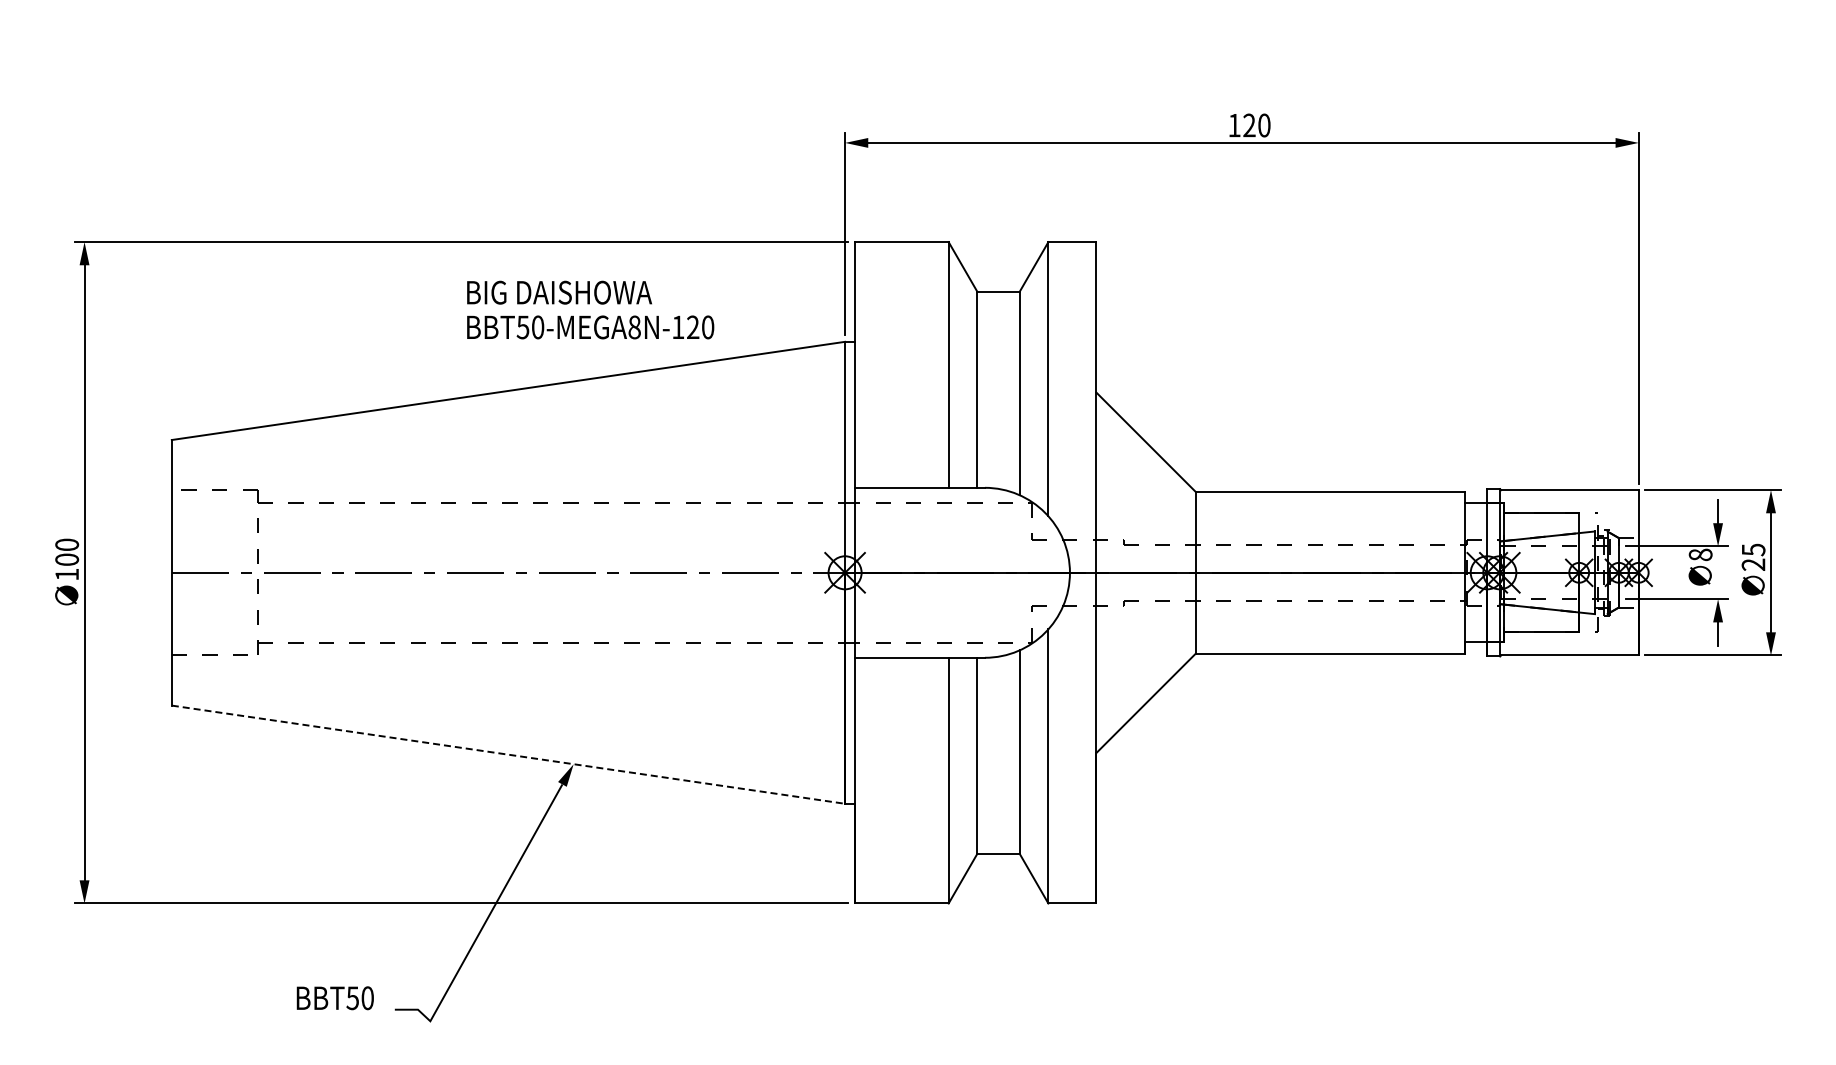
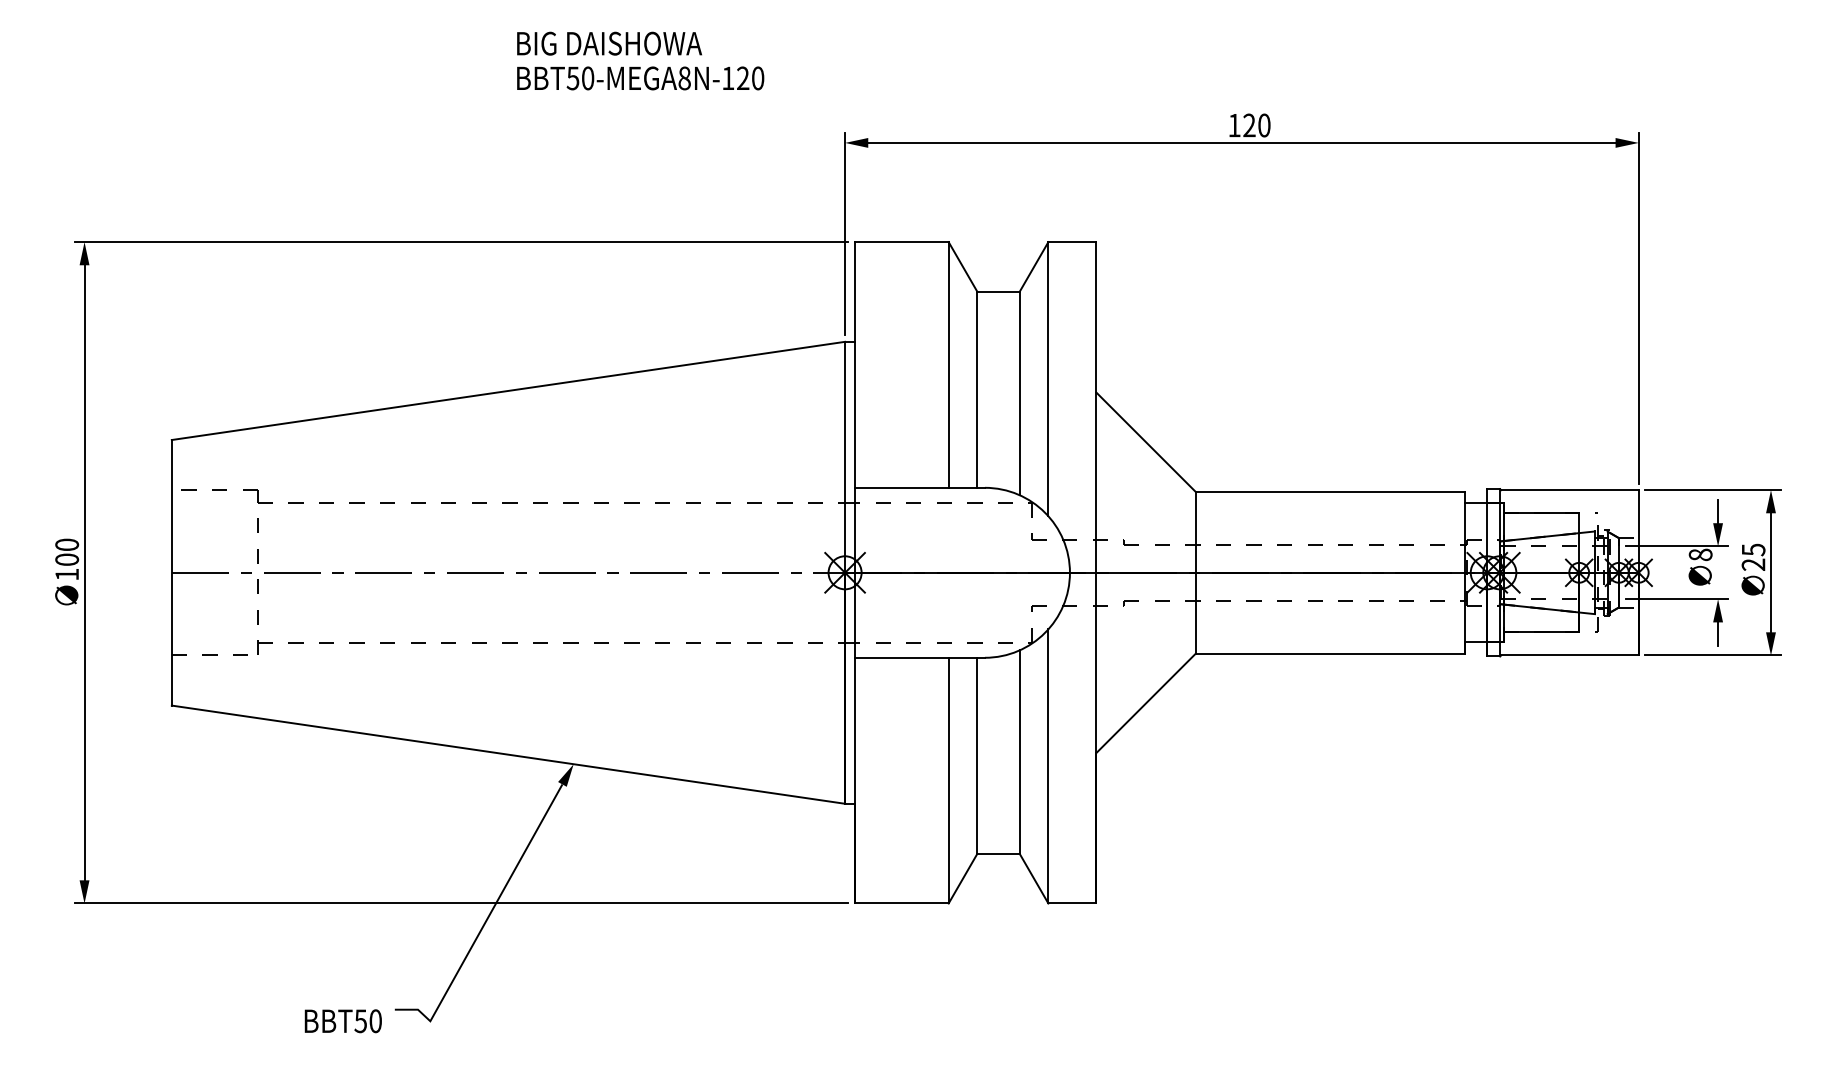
text at (590, 309) position: (590, 309) -> (640, 60)
line at (508, 754): dashed -> solid
text at (334, 998) position: (334, 998) -> (342, 1021)
